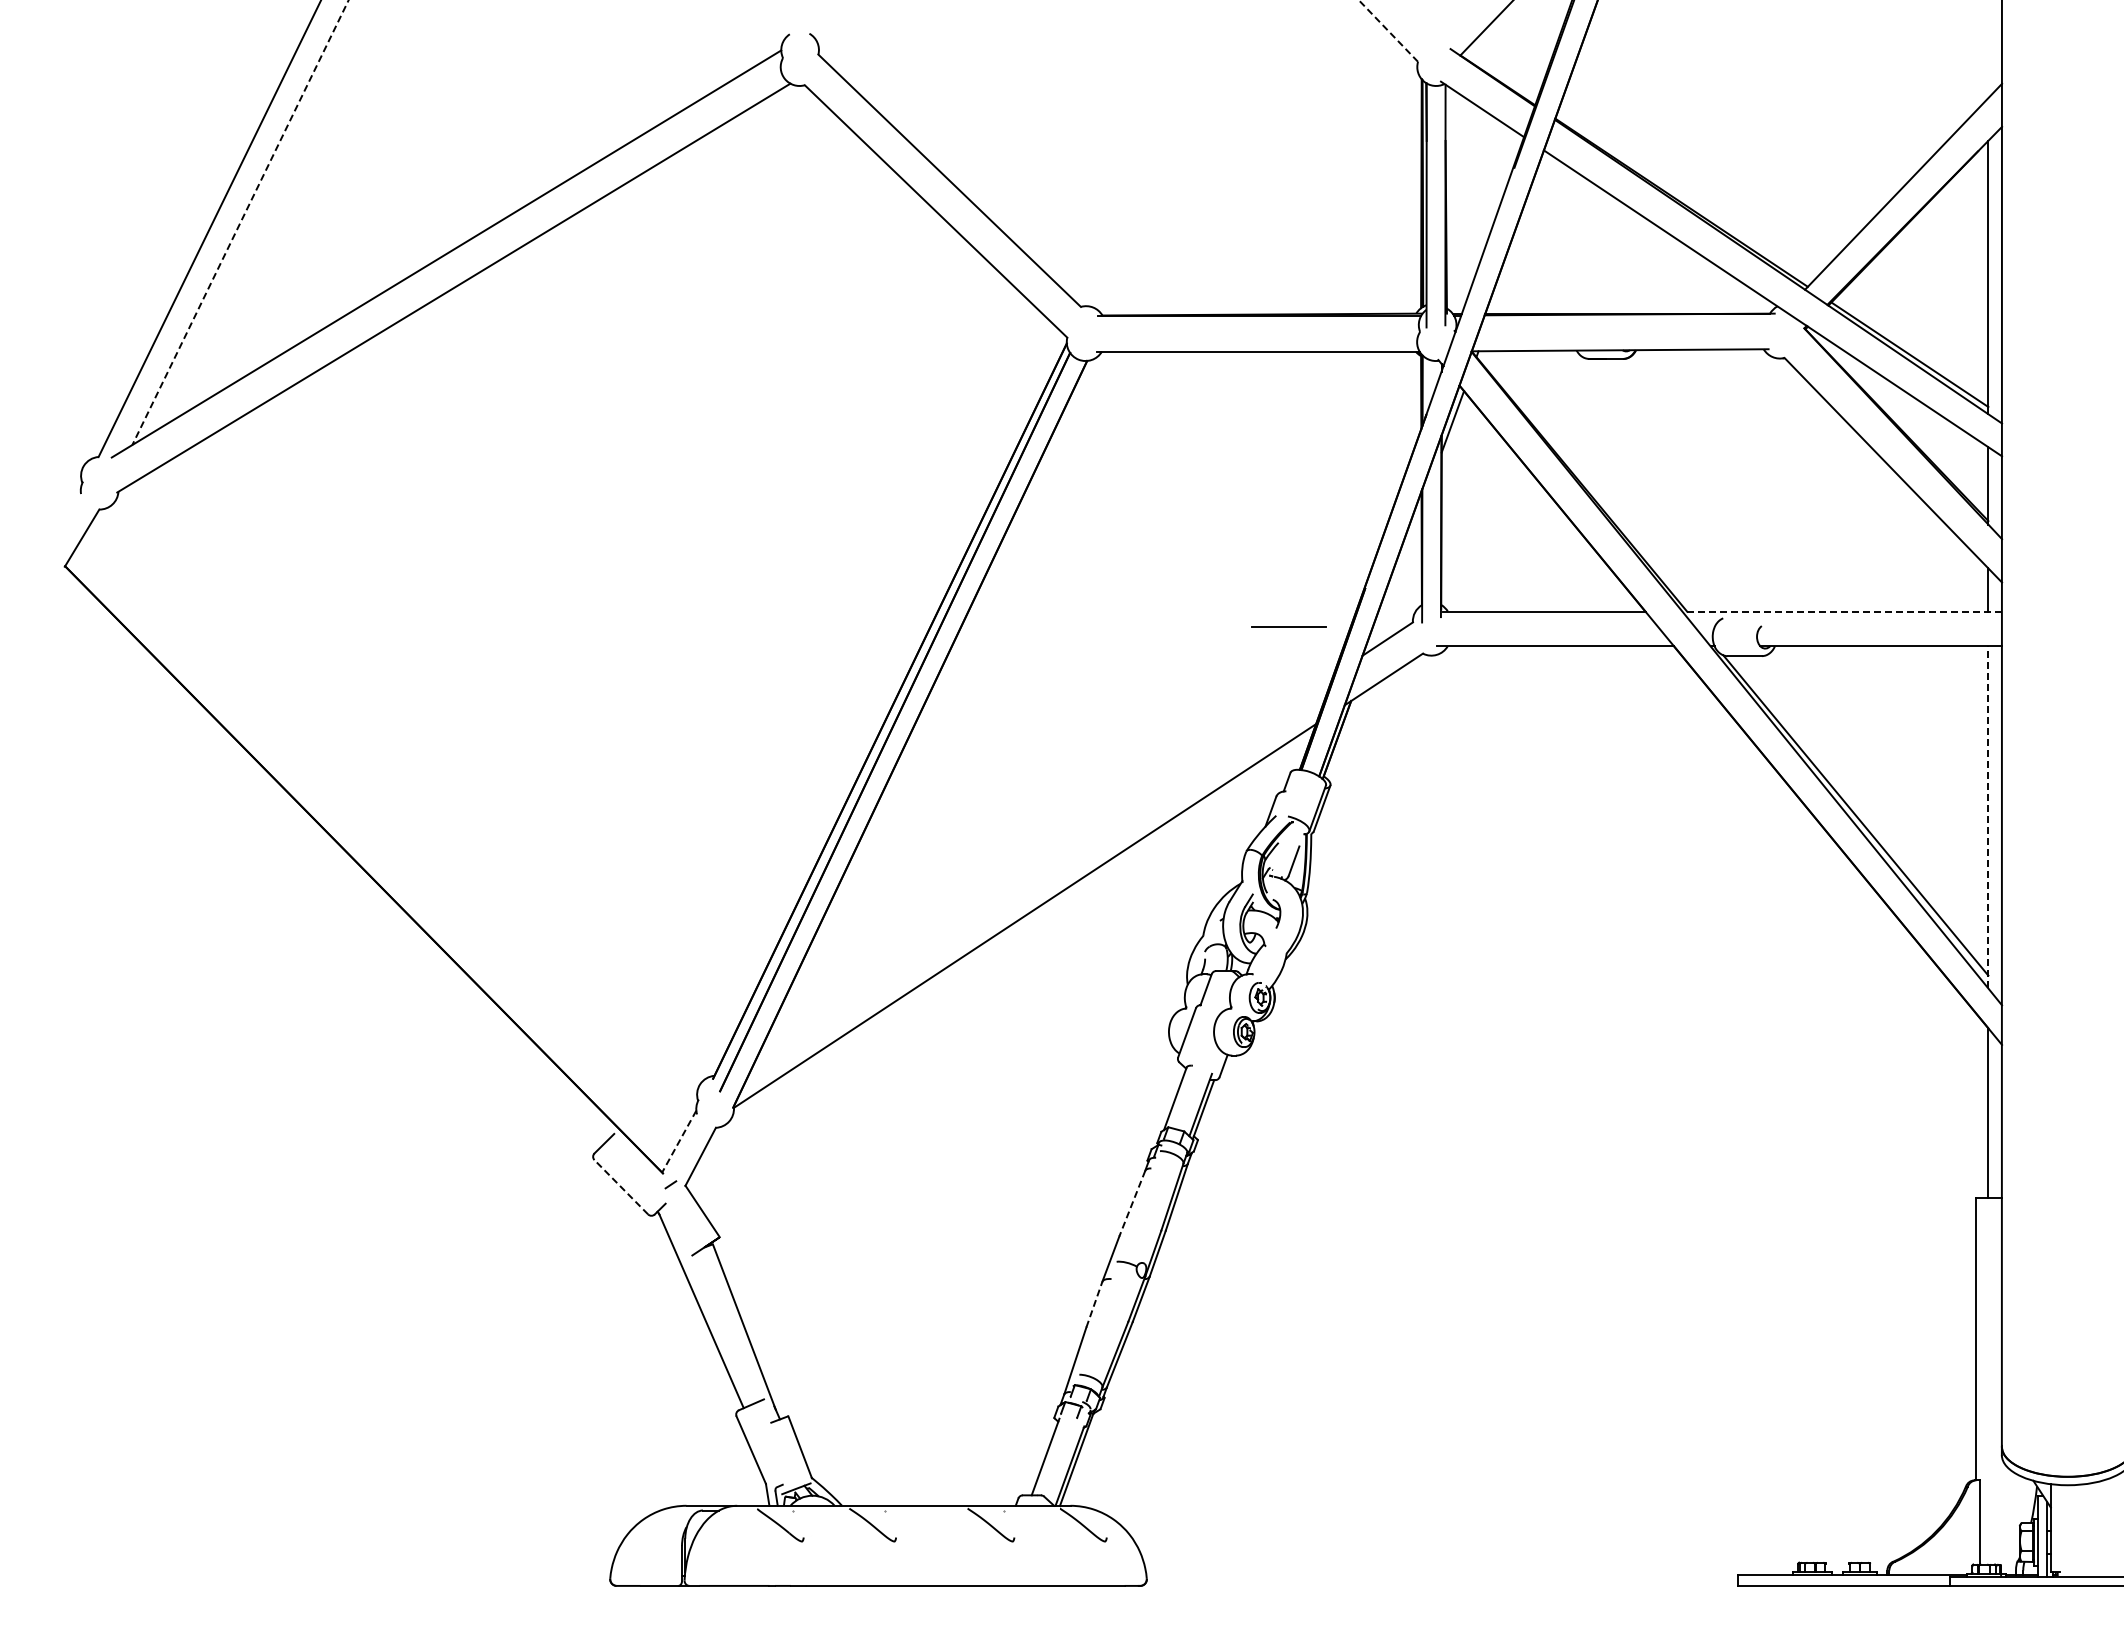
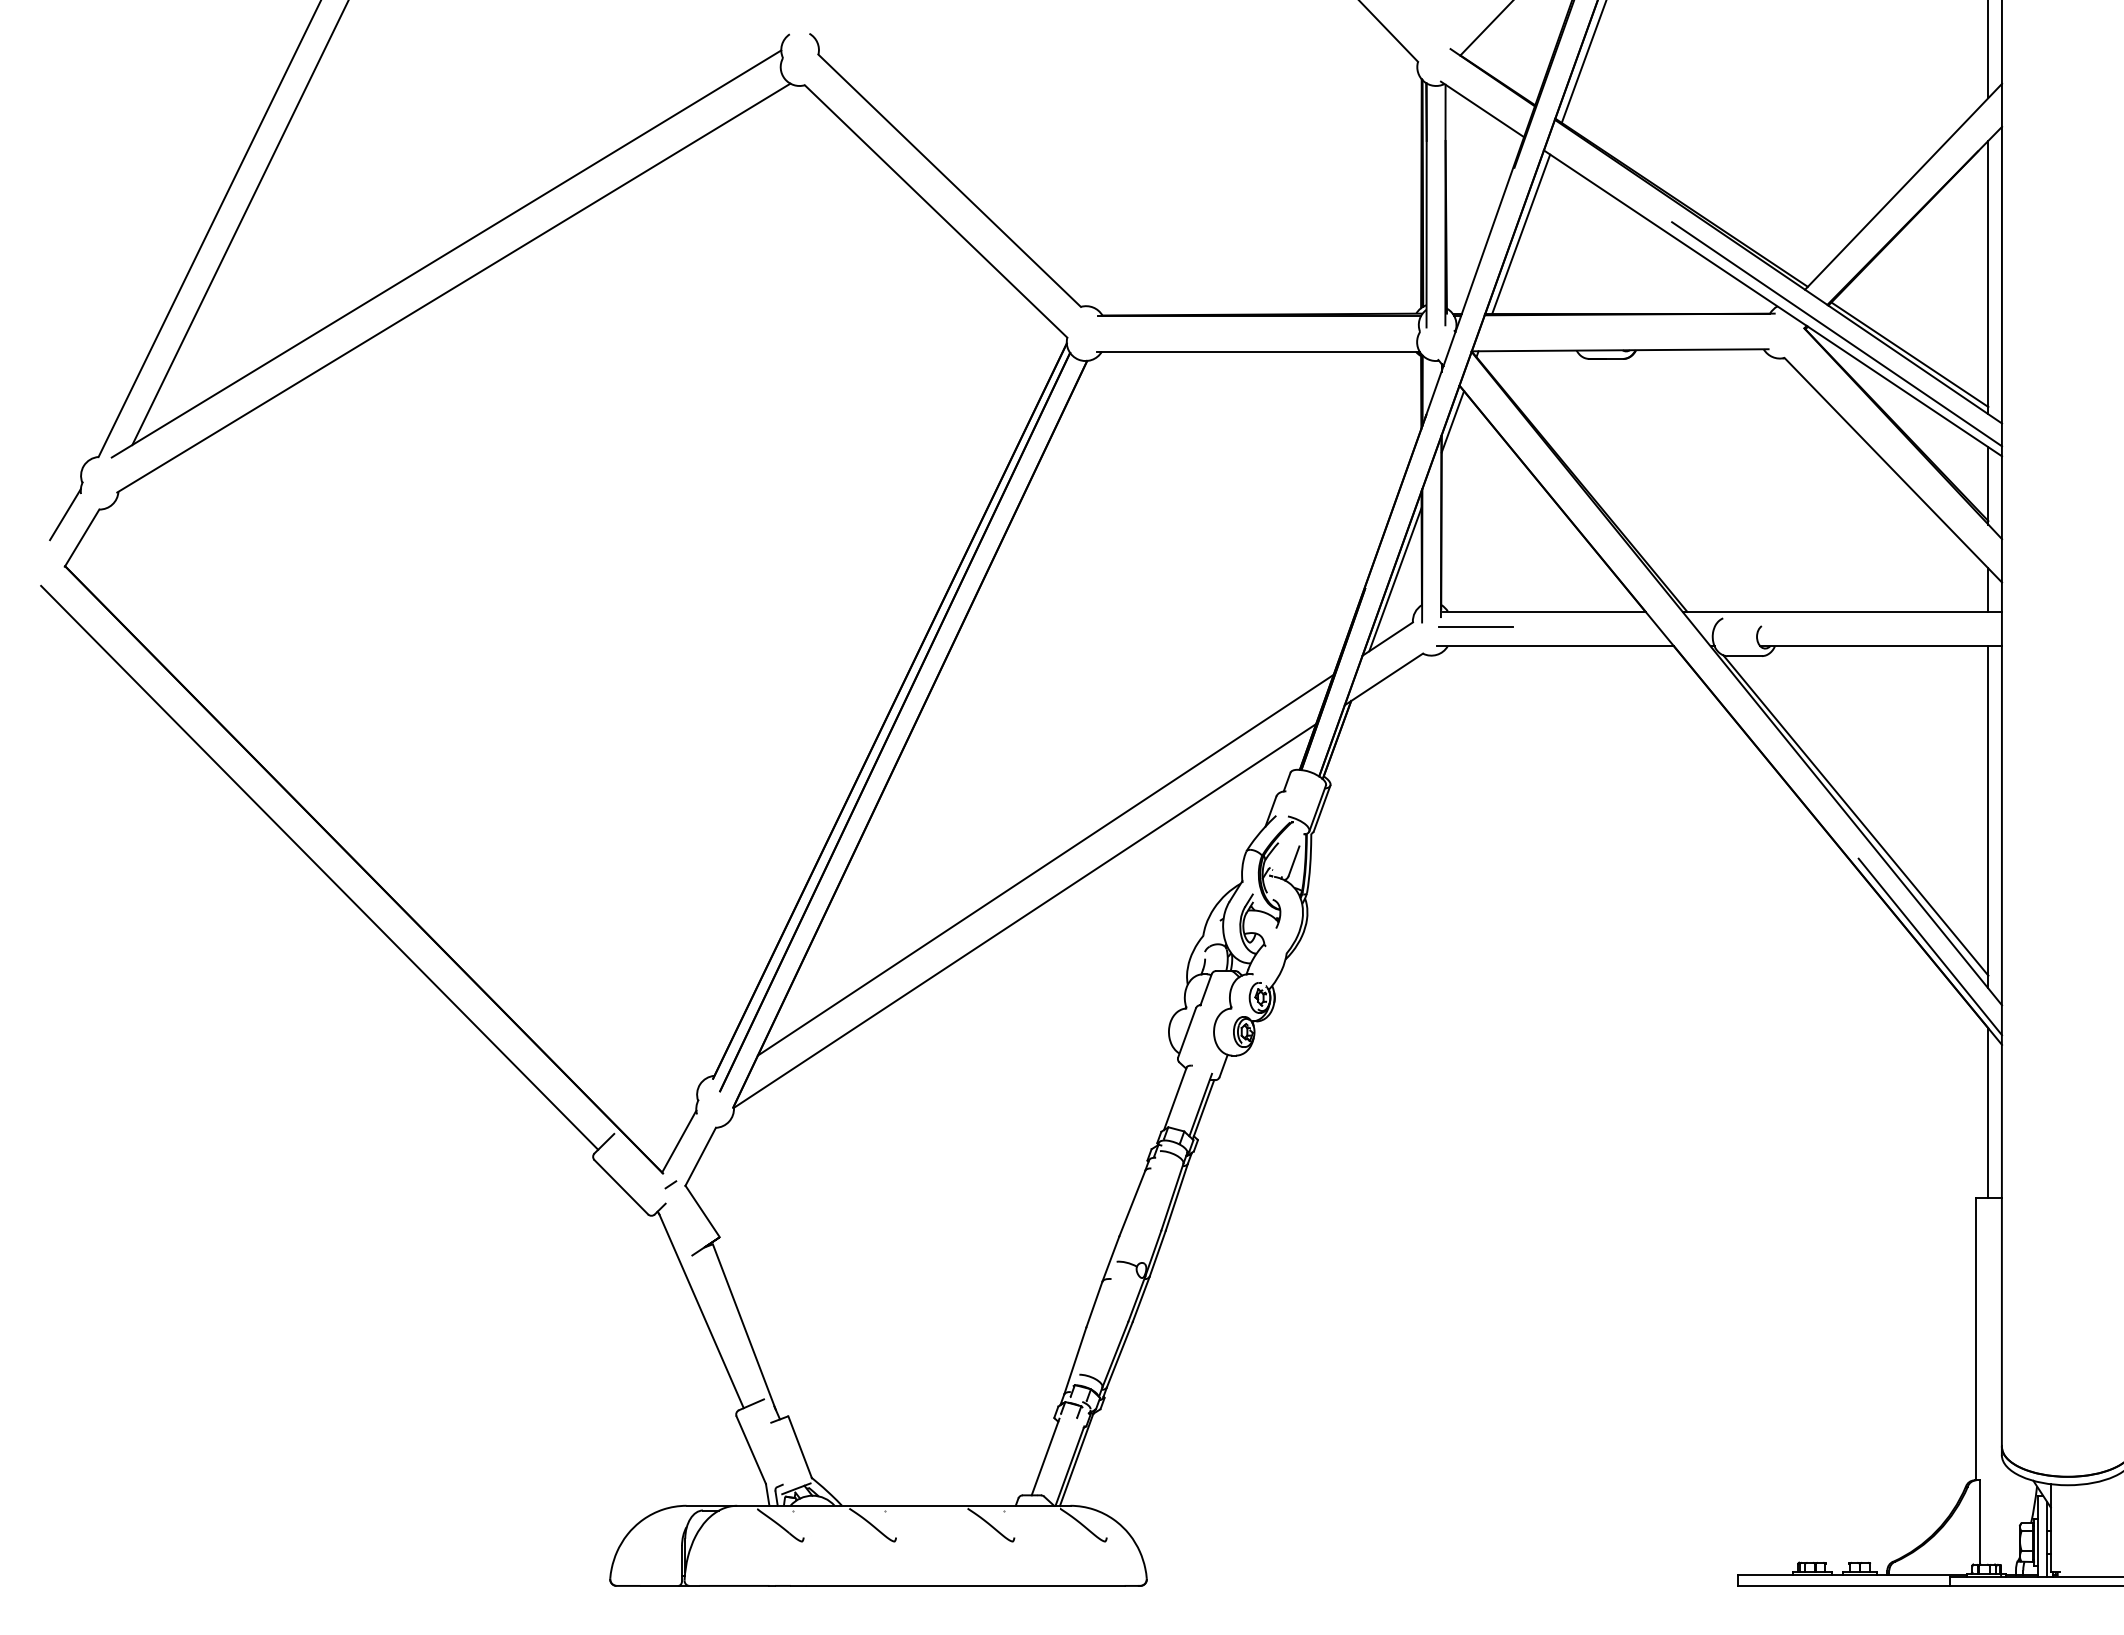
line at (1388, 30): dashed -> solid
line at (1988, 50): none -> present
line at (1583, 62): none -> present
line at (240, 223): dashed -> solid
line at (1521, 233): none -> present
line at (1837, 334): none -> present
line at (65, 514): none -> present
line at (1395, 579): none -> present
line at (1842, 611): dashed -> solid
line at (1288, 626) position: (1288, 626) -> (1475, 626)
line at (1988, 816): dashed -> solid
line at (1045, 864): none -> present
line at (319, 867): none -> present
line at (1930, 946): none -> present
line at (679, 1142): dashed -> solid
line at (620, 1186): dashed -> solid
line at (1132, 1204): dashed -> solid
line at (1094, 1304): dashed -> solid
